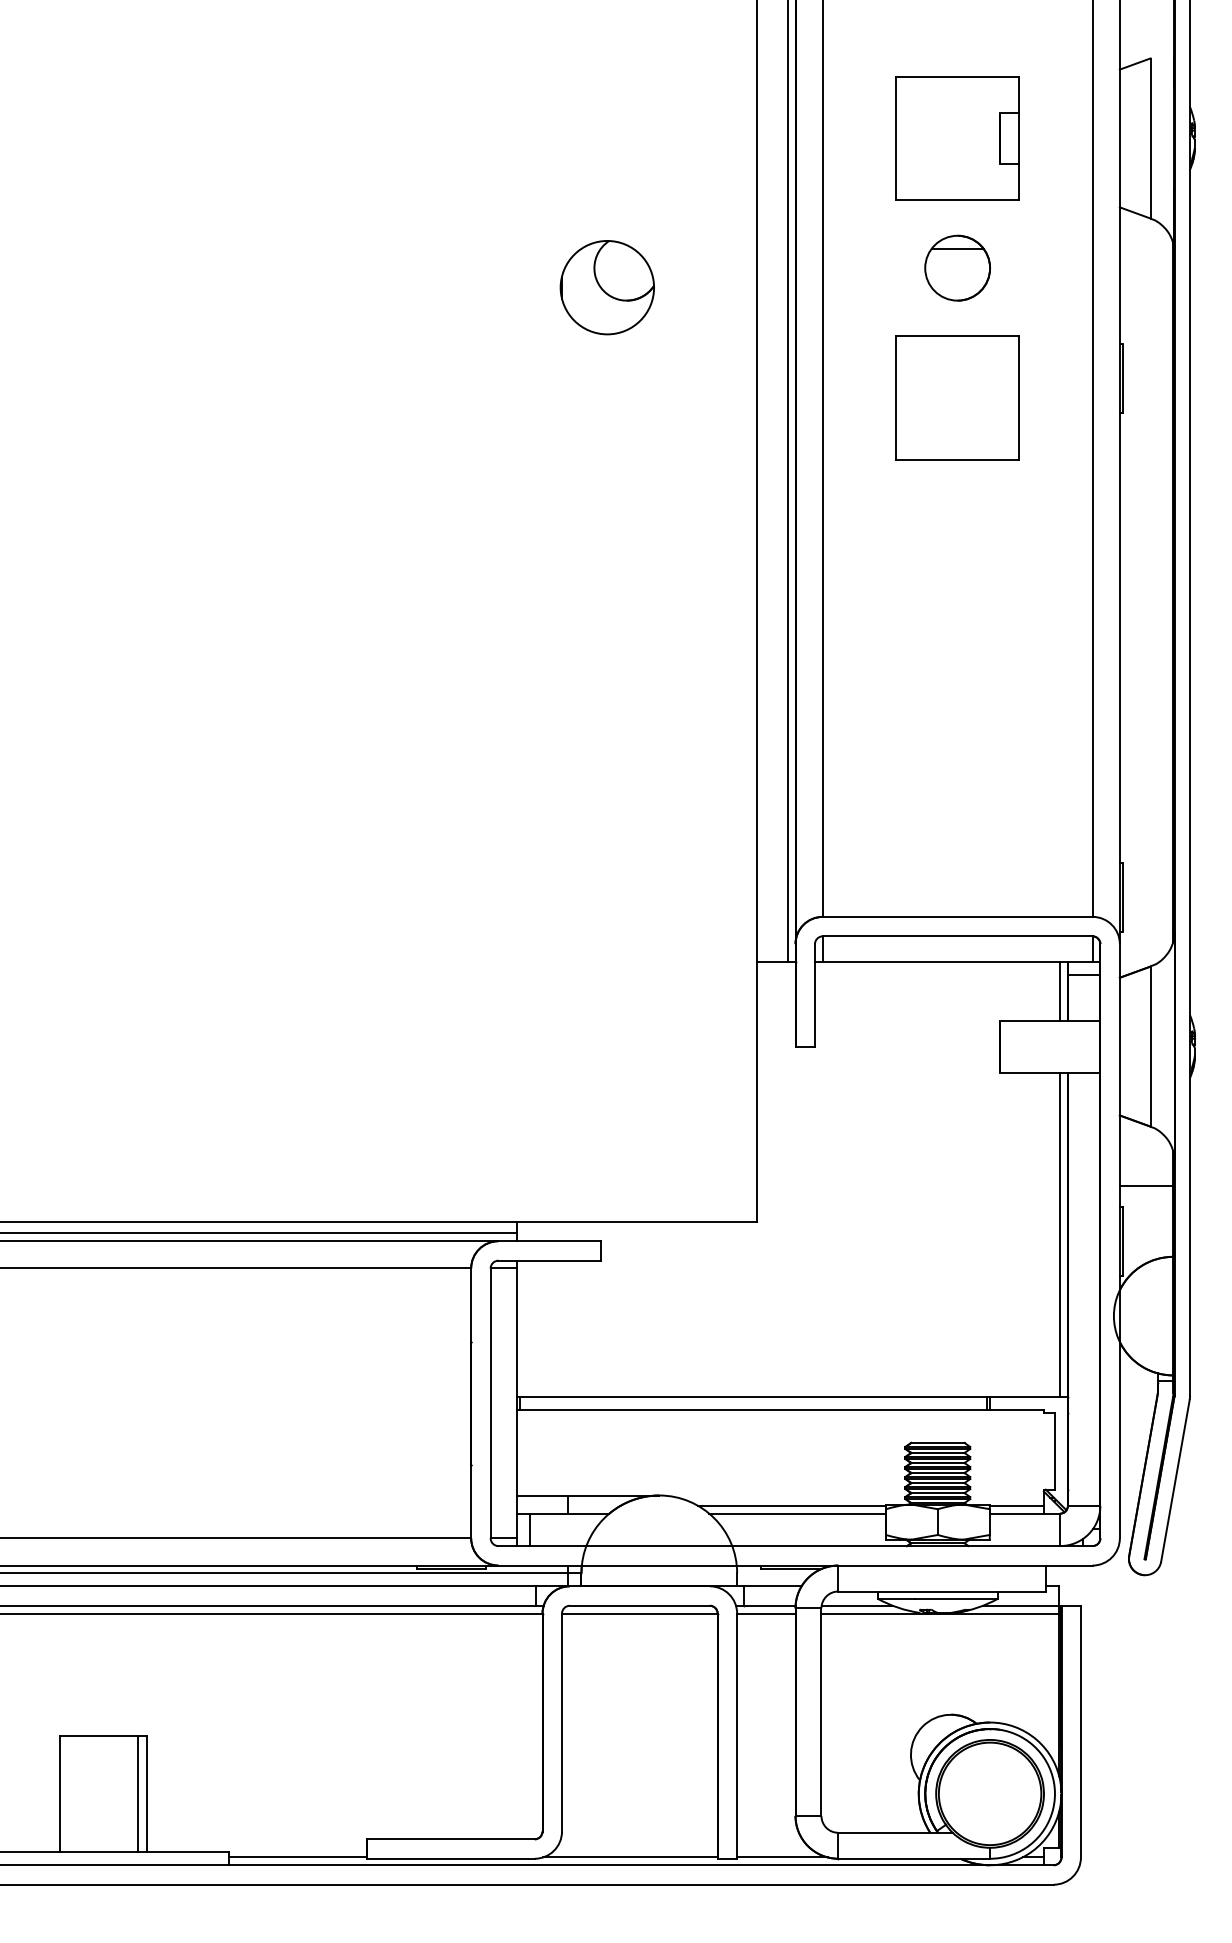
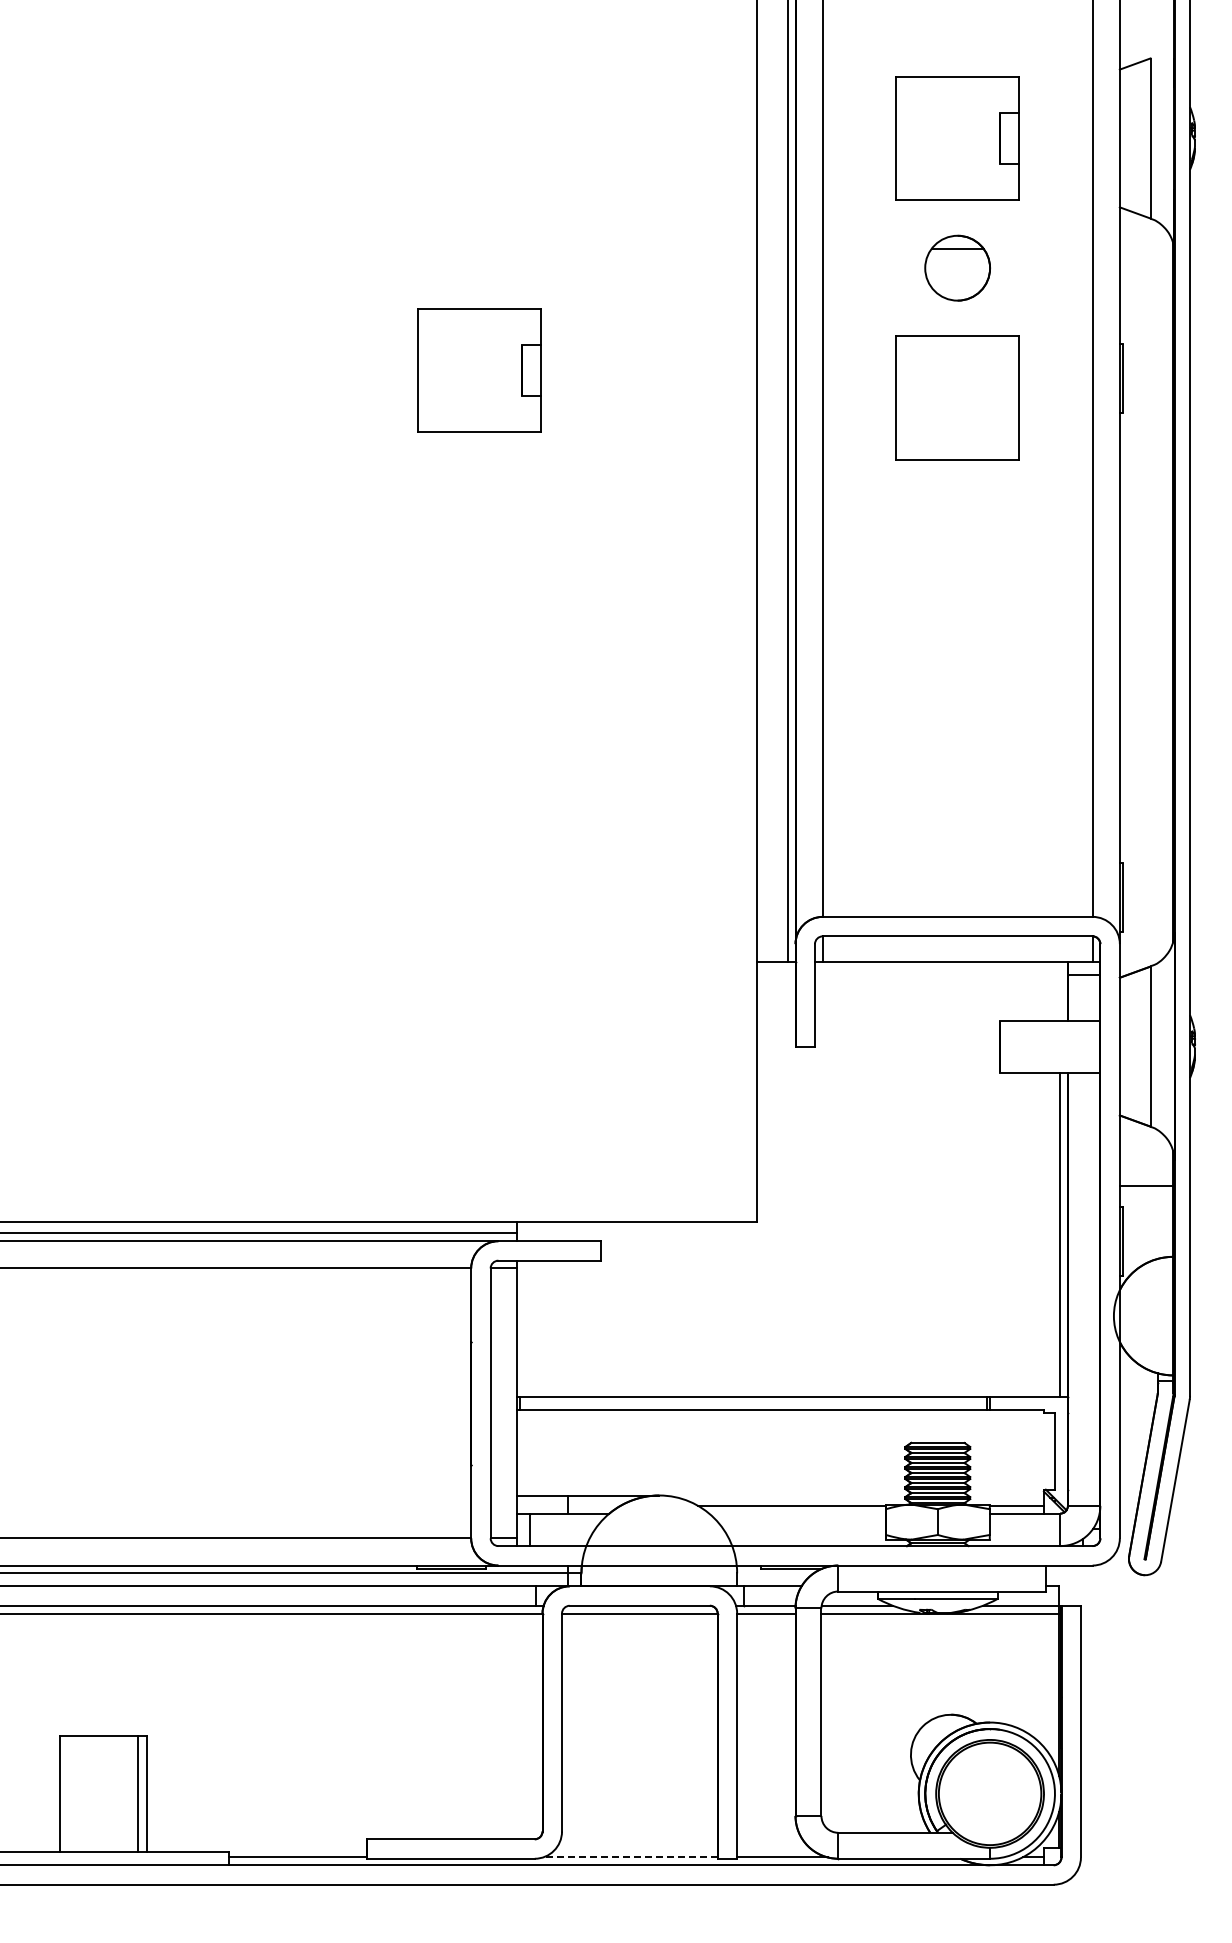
part at (606, 287): present -> none
part at (479, 370): none -> present
line at (1060, 991): present -> none
line at (797, 1513): present -> none
line at (629, 1857): solid -> dashed
